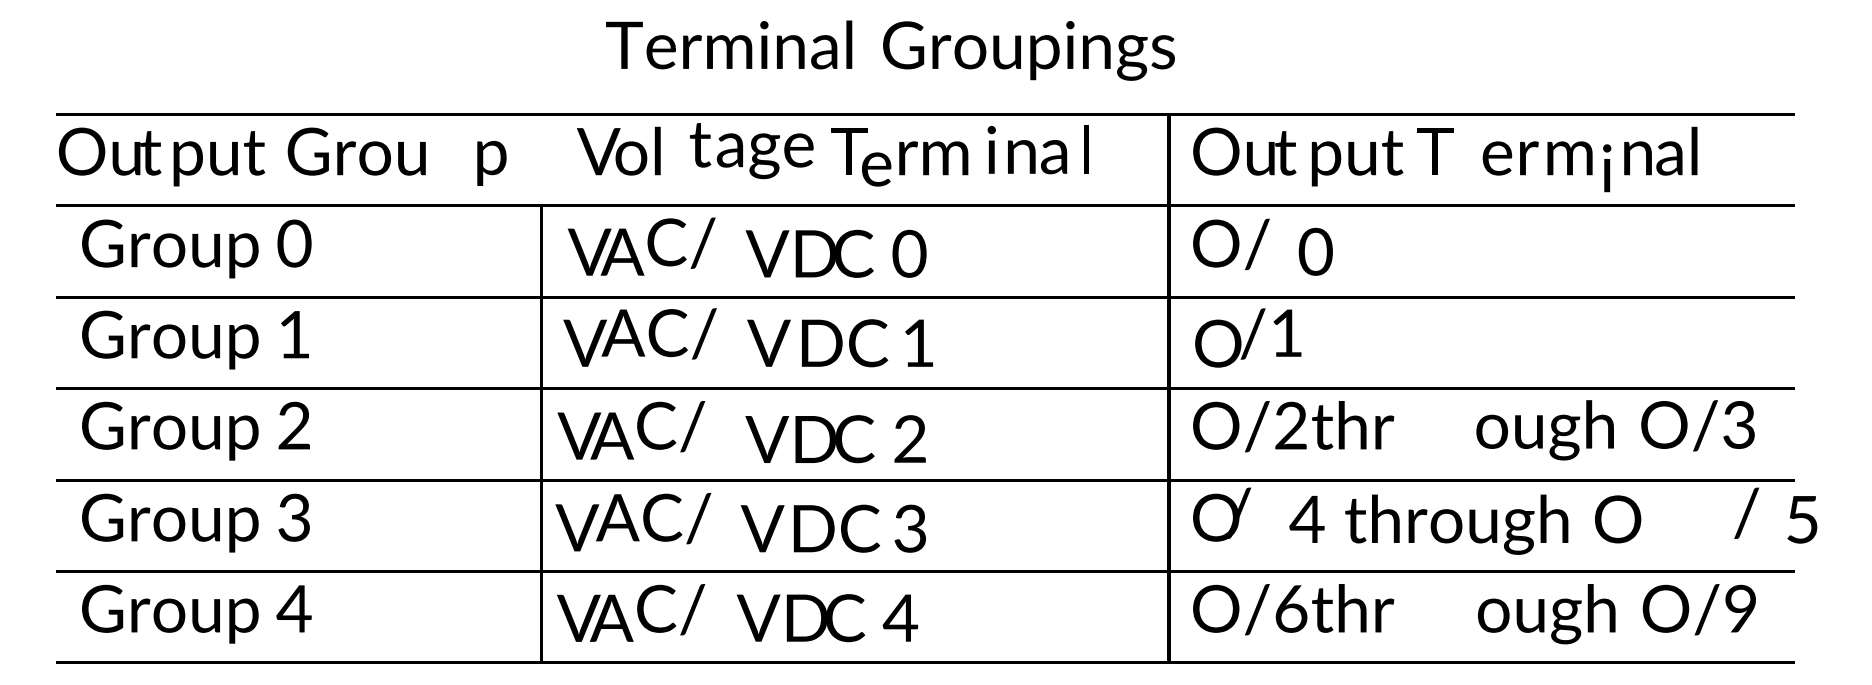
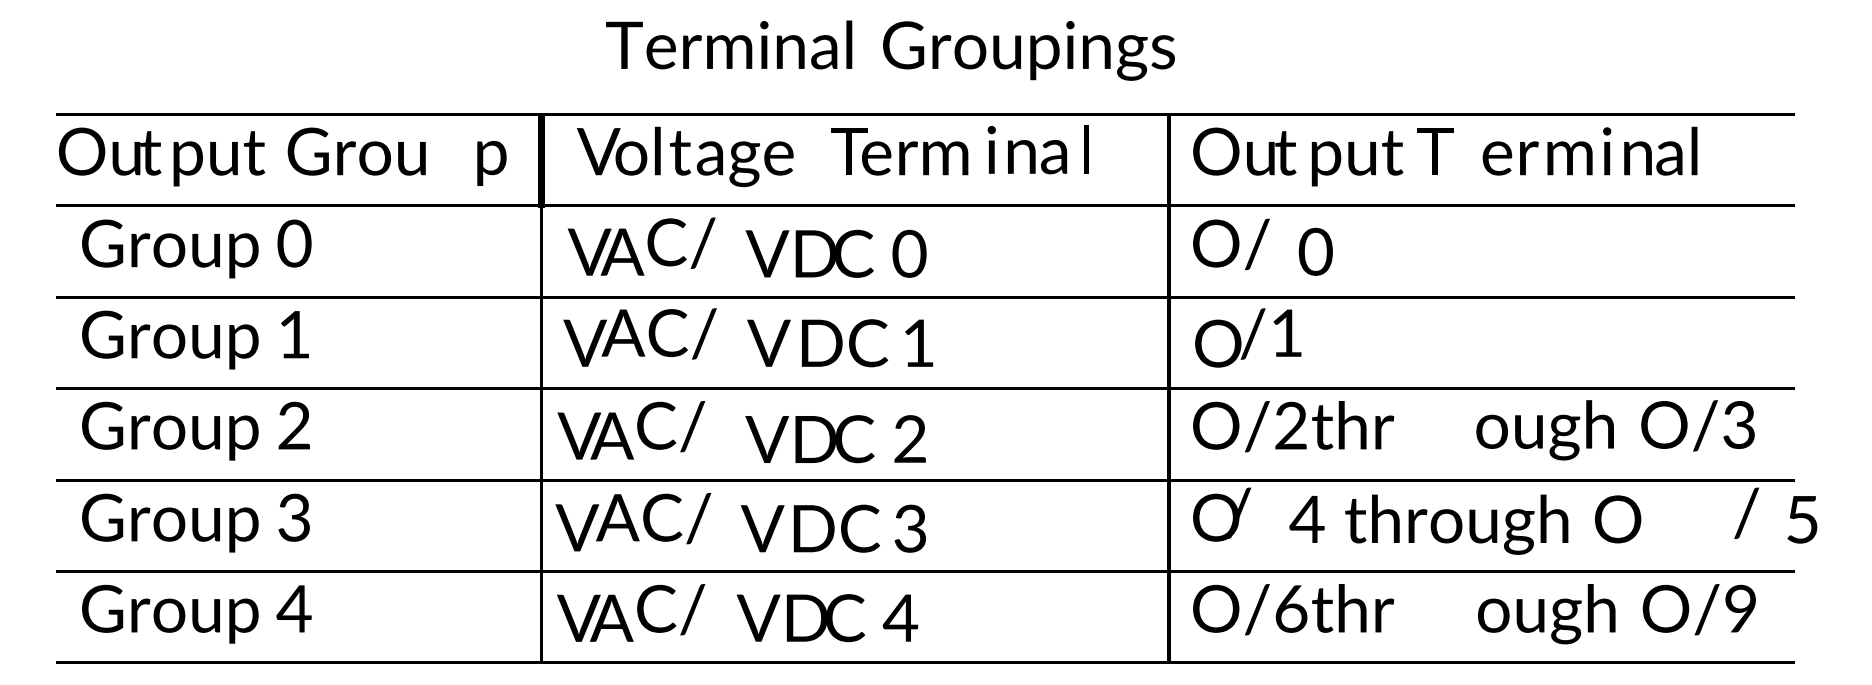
text at (751, 151) position: (751, 151) -> (731, 159)
fill at (540, 160): none -> present
text at (1607, 168) position: (1607, 168) -> (1607, 151)
text at (876, 169) position: (876, 169) -> (876, 158)
